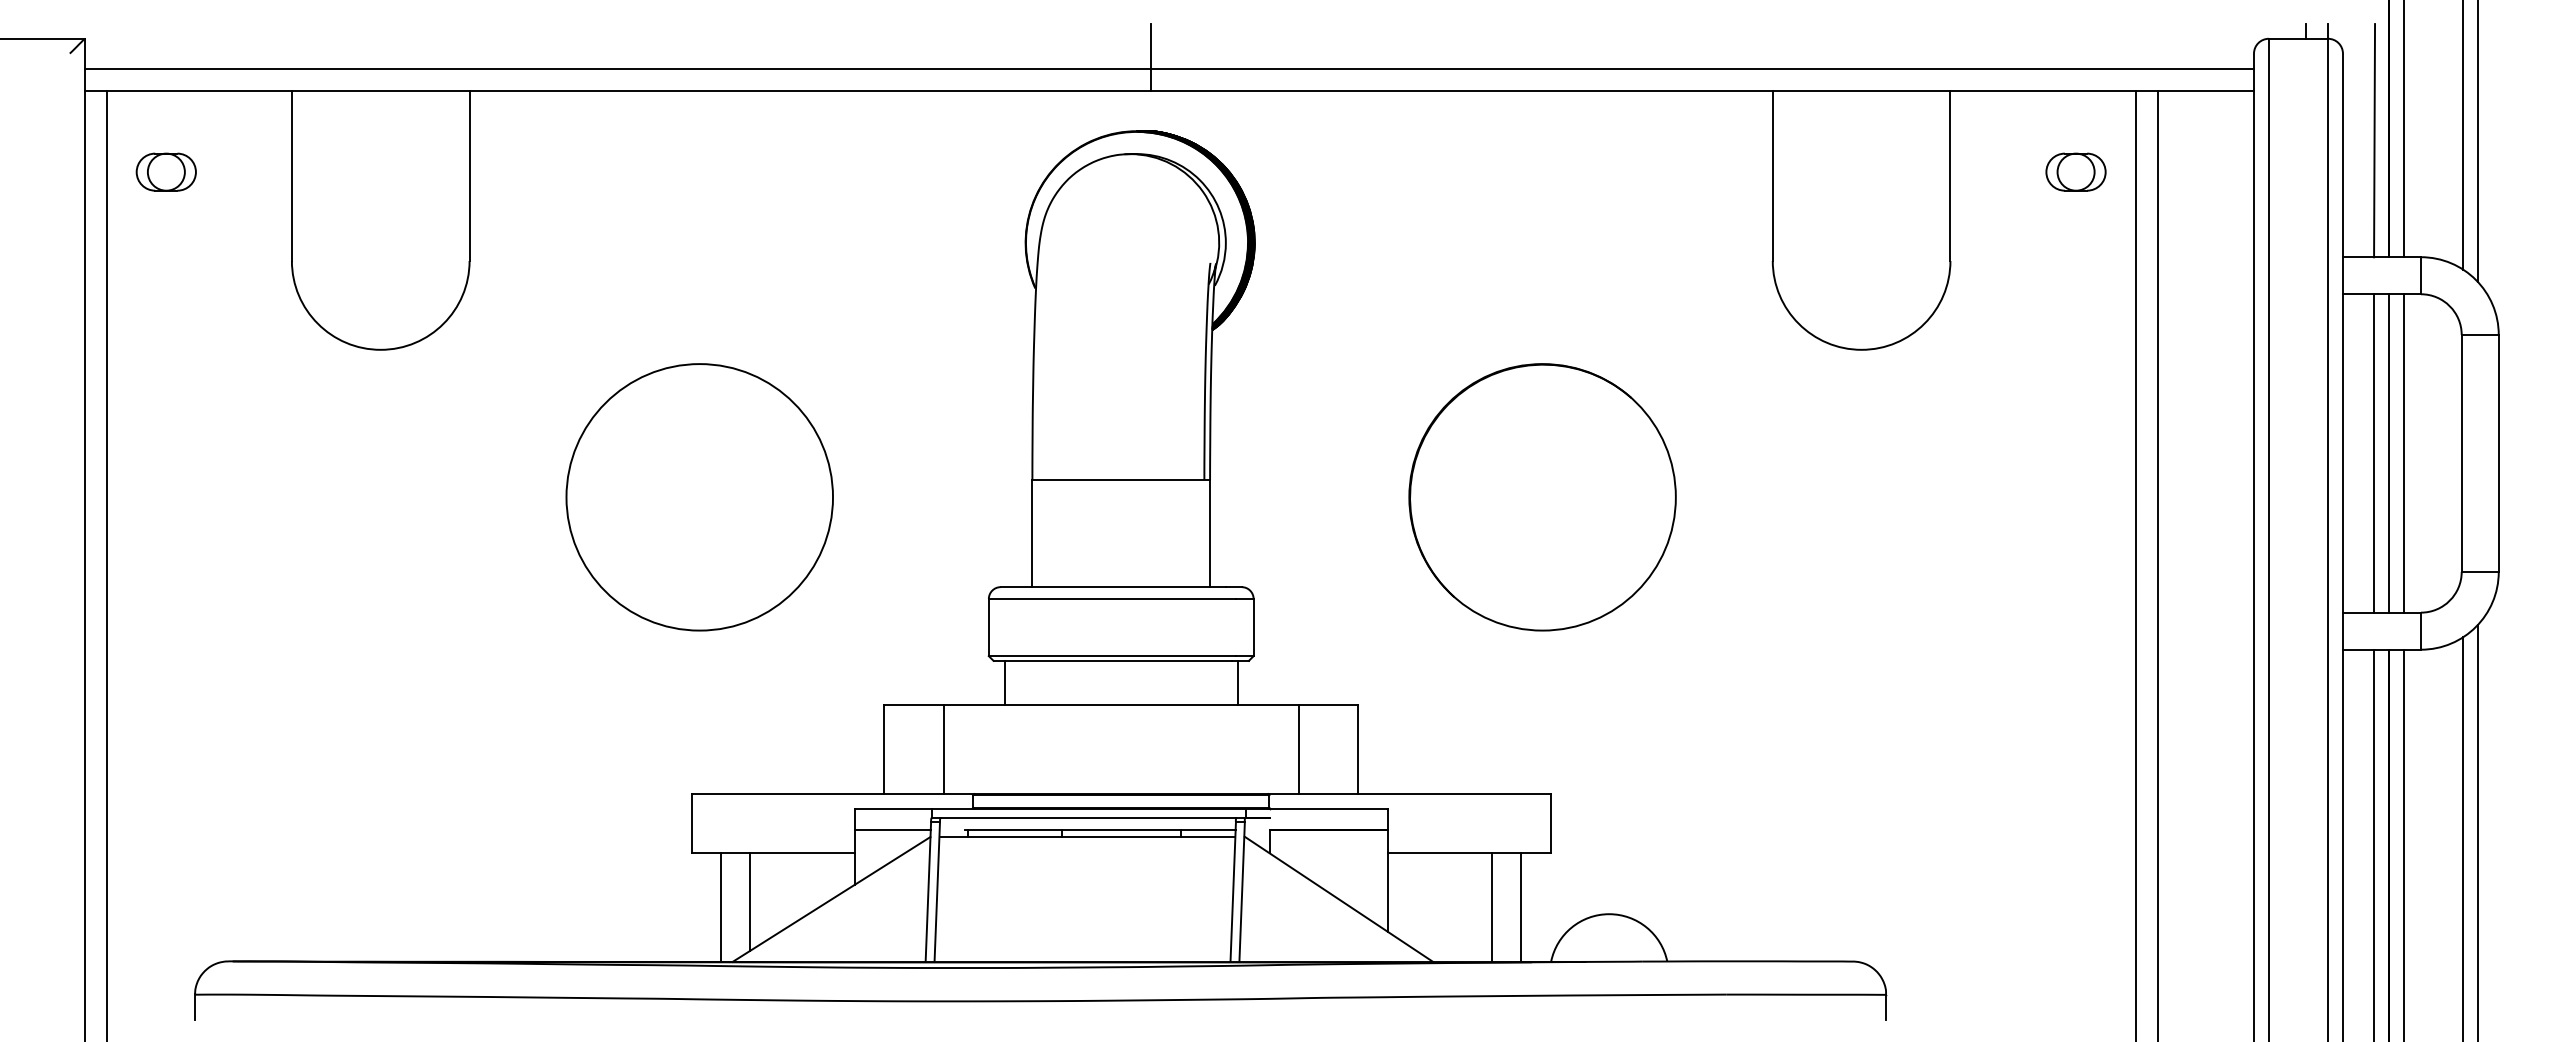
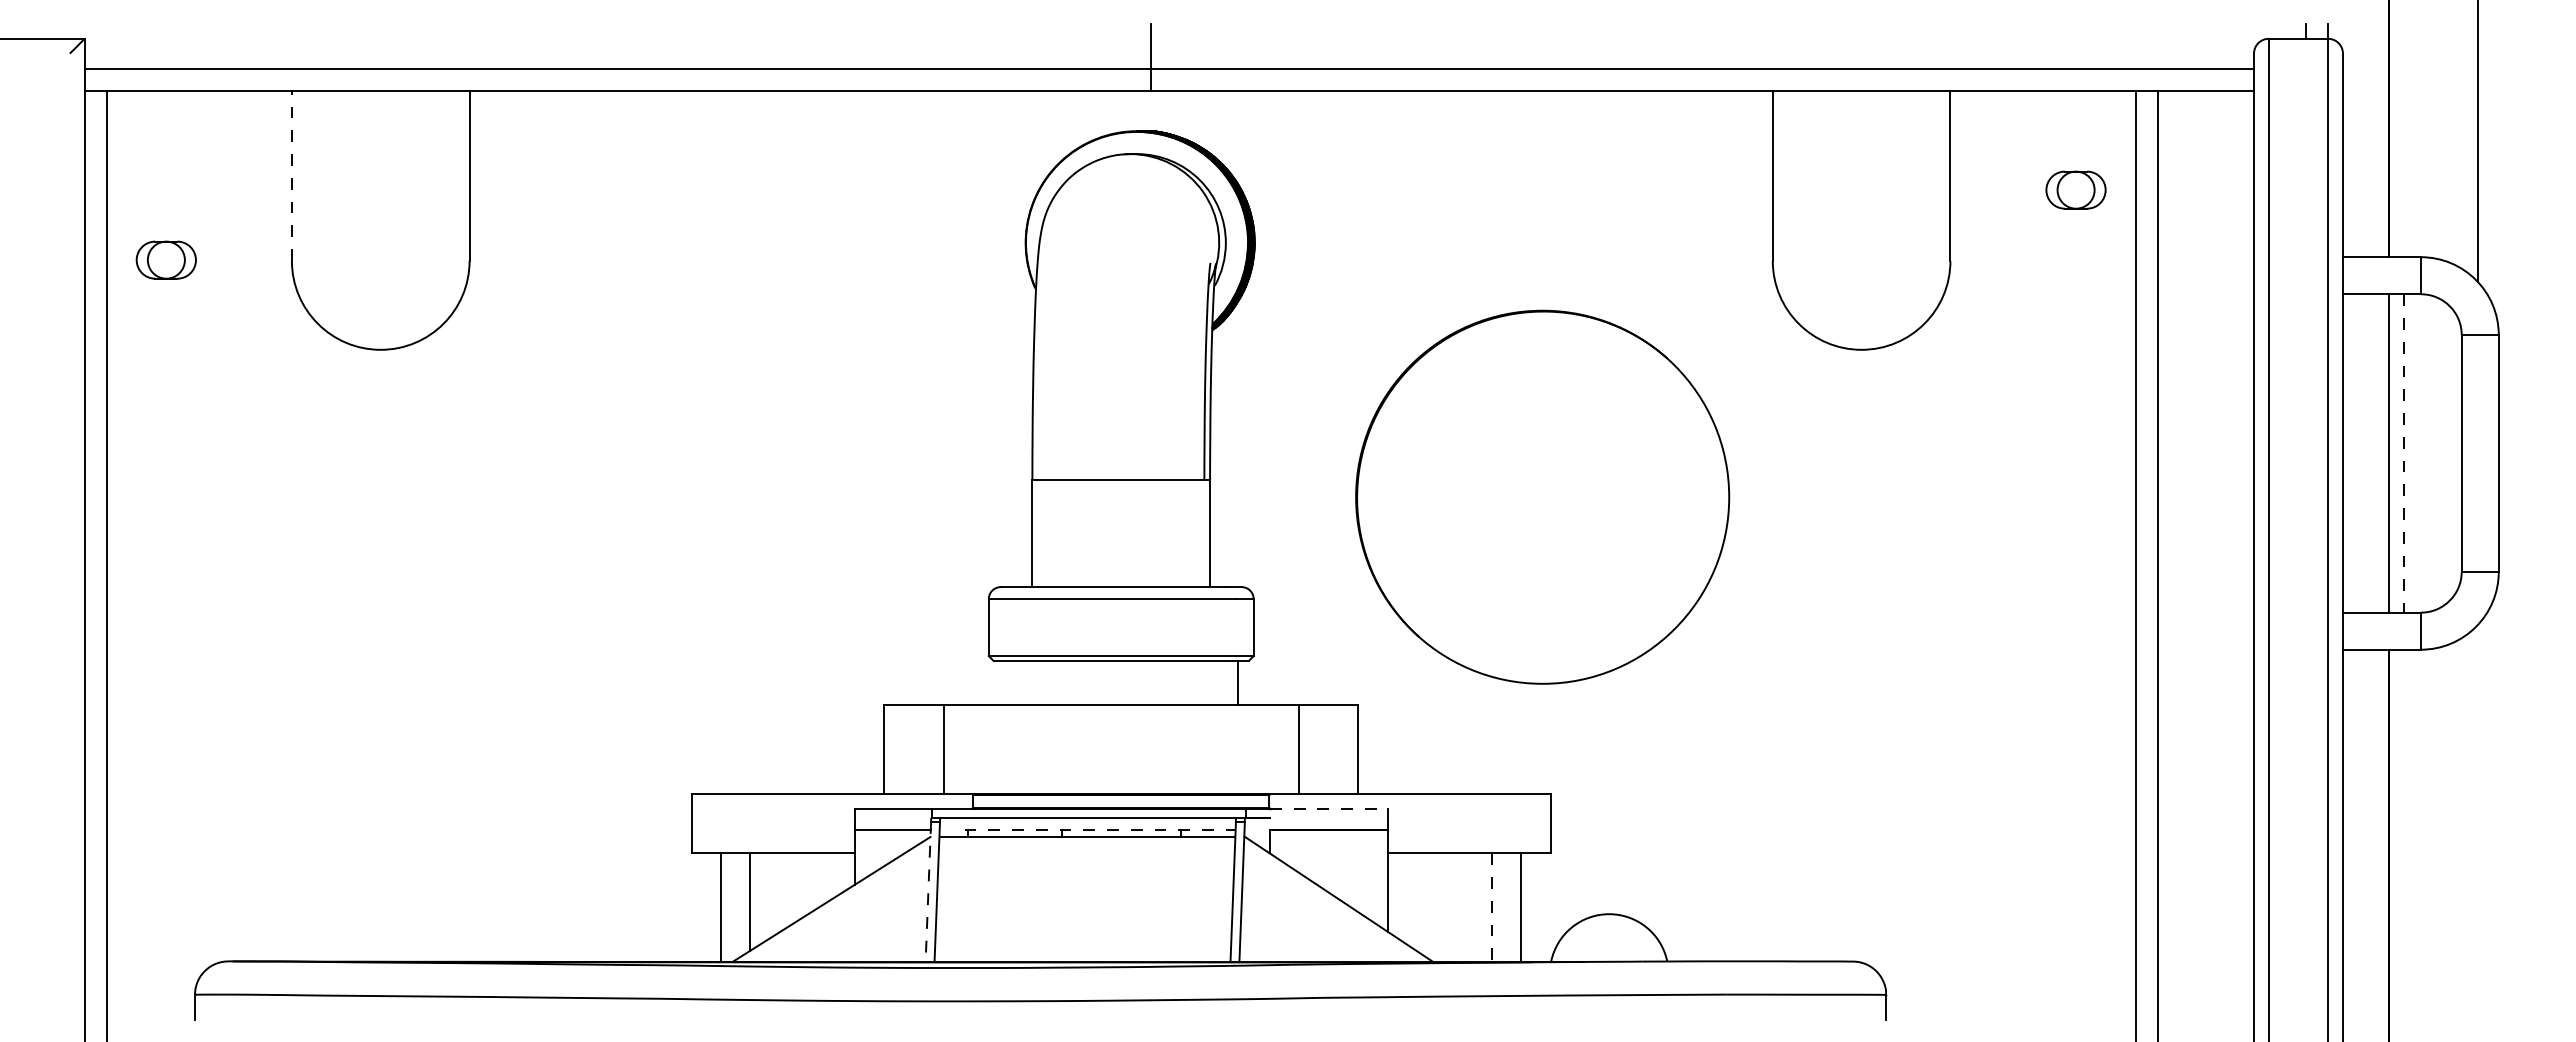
line at (2403, 129): present -> none
line at (2463, 135): present -> none
line at (2374, 140): present -> none
part at (165, 171) position: (165, 171) -> (165, 259)
part at (2075, 171) position: (2075, 171) -> (2075, 189)
line at (291, 176): solid -> dashed
line at (2374, 453): present -> none
line at (2403, 453): solid -> dashed
circle at (699, 497): present -> none
circle at (1542, 497) size: 269x269 px -> 376x376 px
line at (1004, 682): present -> none
line at (1328, 808): solid -> dashed
line at (1100, 830): solid -> dashed
line at (2477, 831): present -> none
line at (2463, 837): present -> none
line at (2374, 843): present -> none
line at (2403, 843): present -> none
line at (928, 892): solid -> dashed
line at (1492, 908): solid -> dashed
